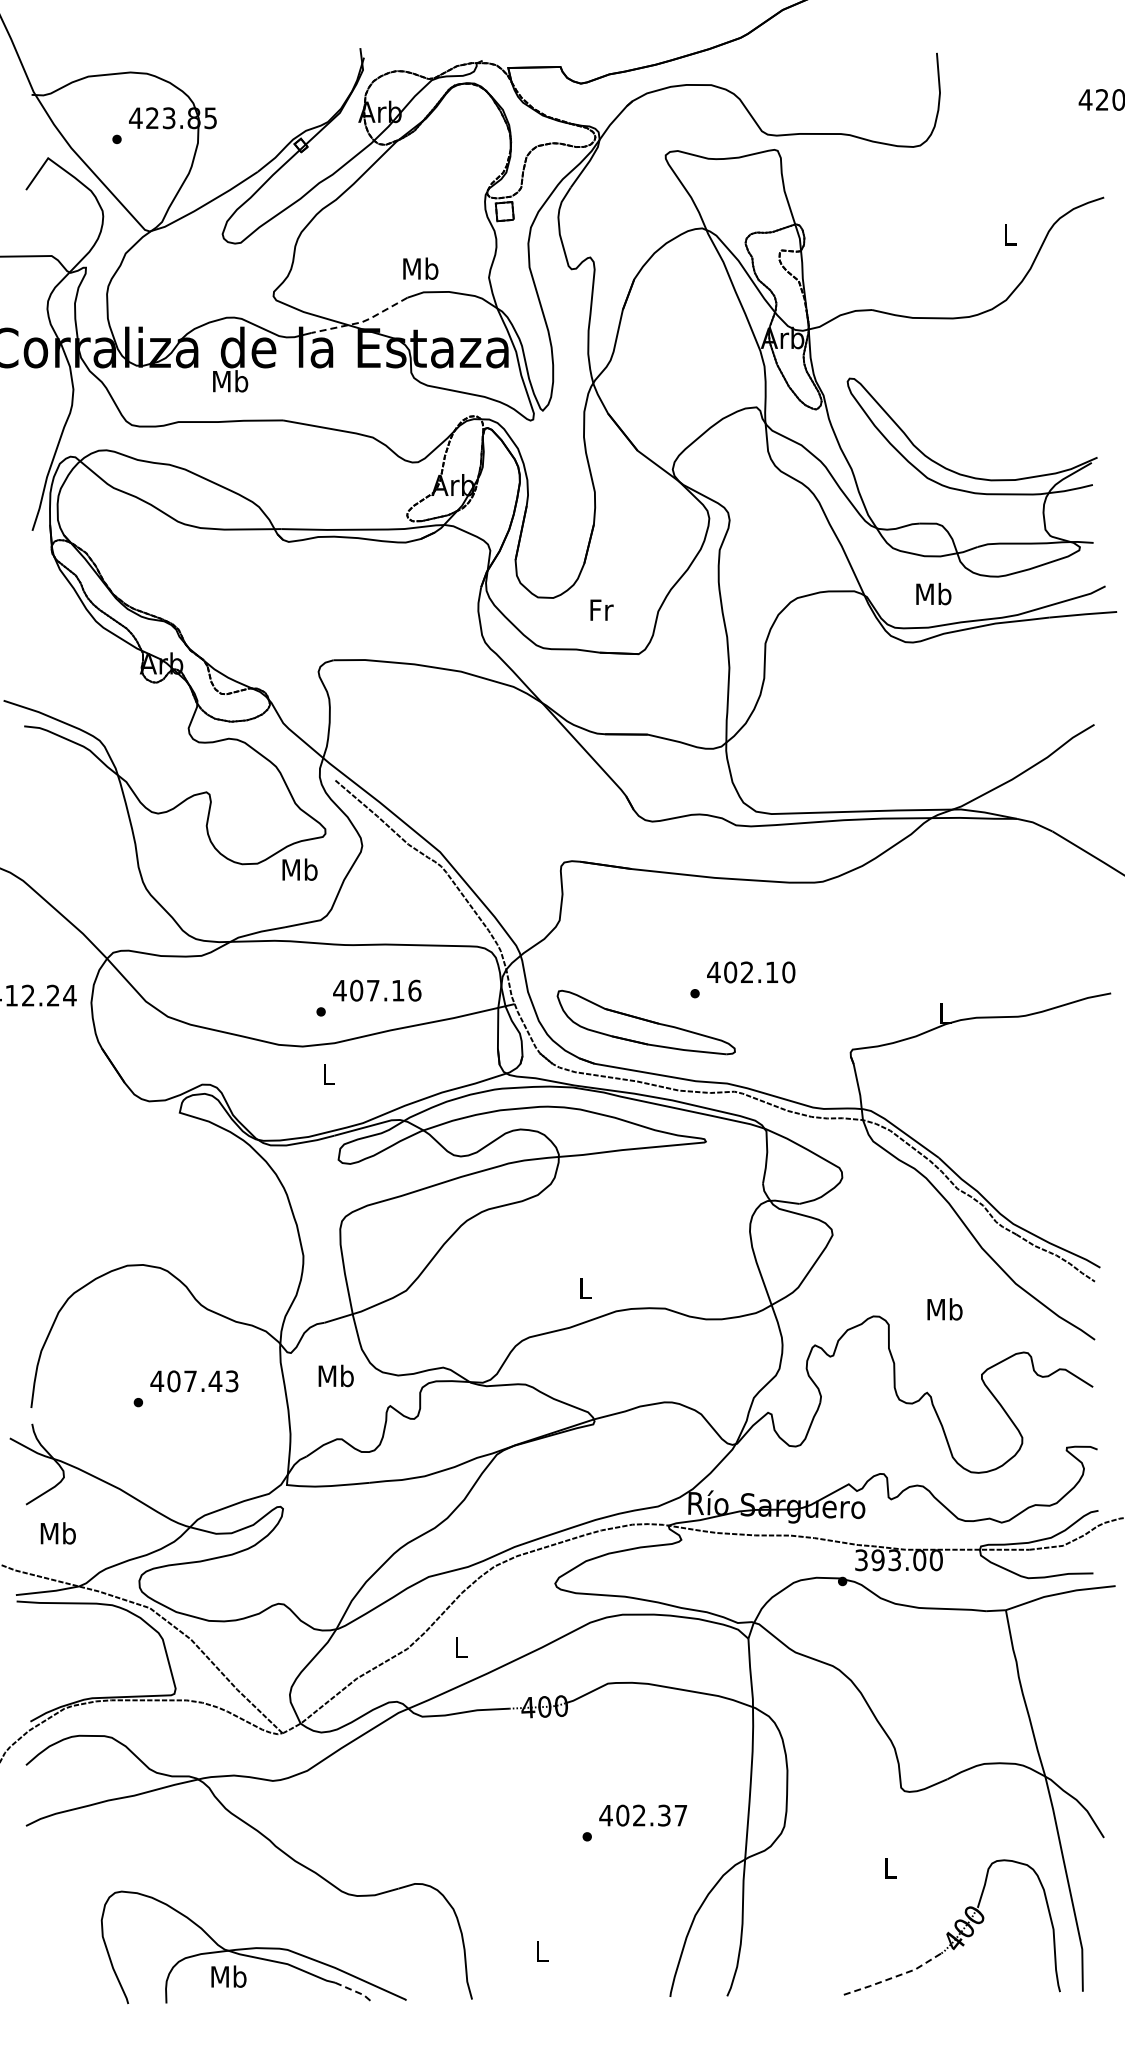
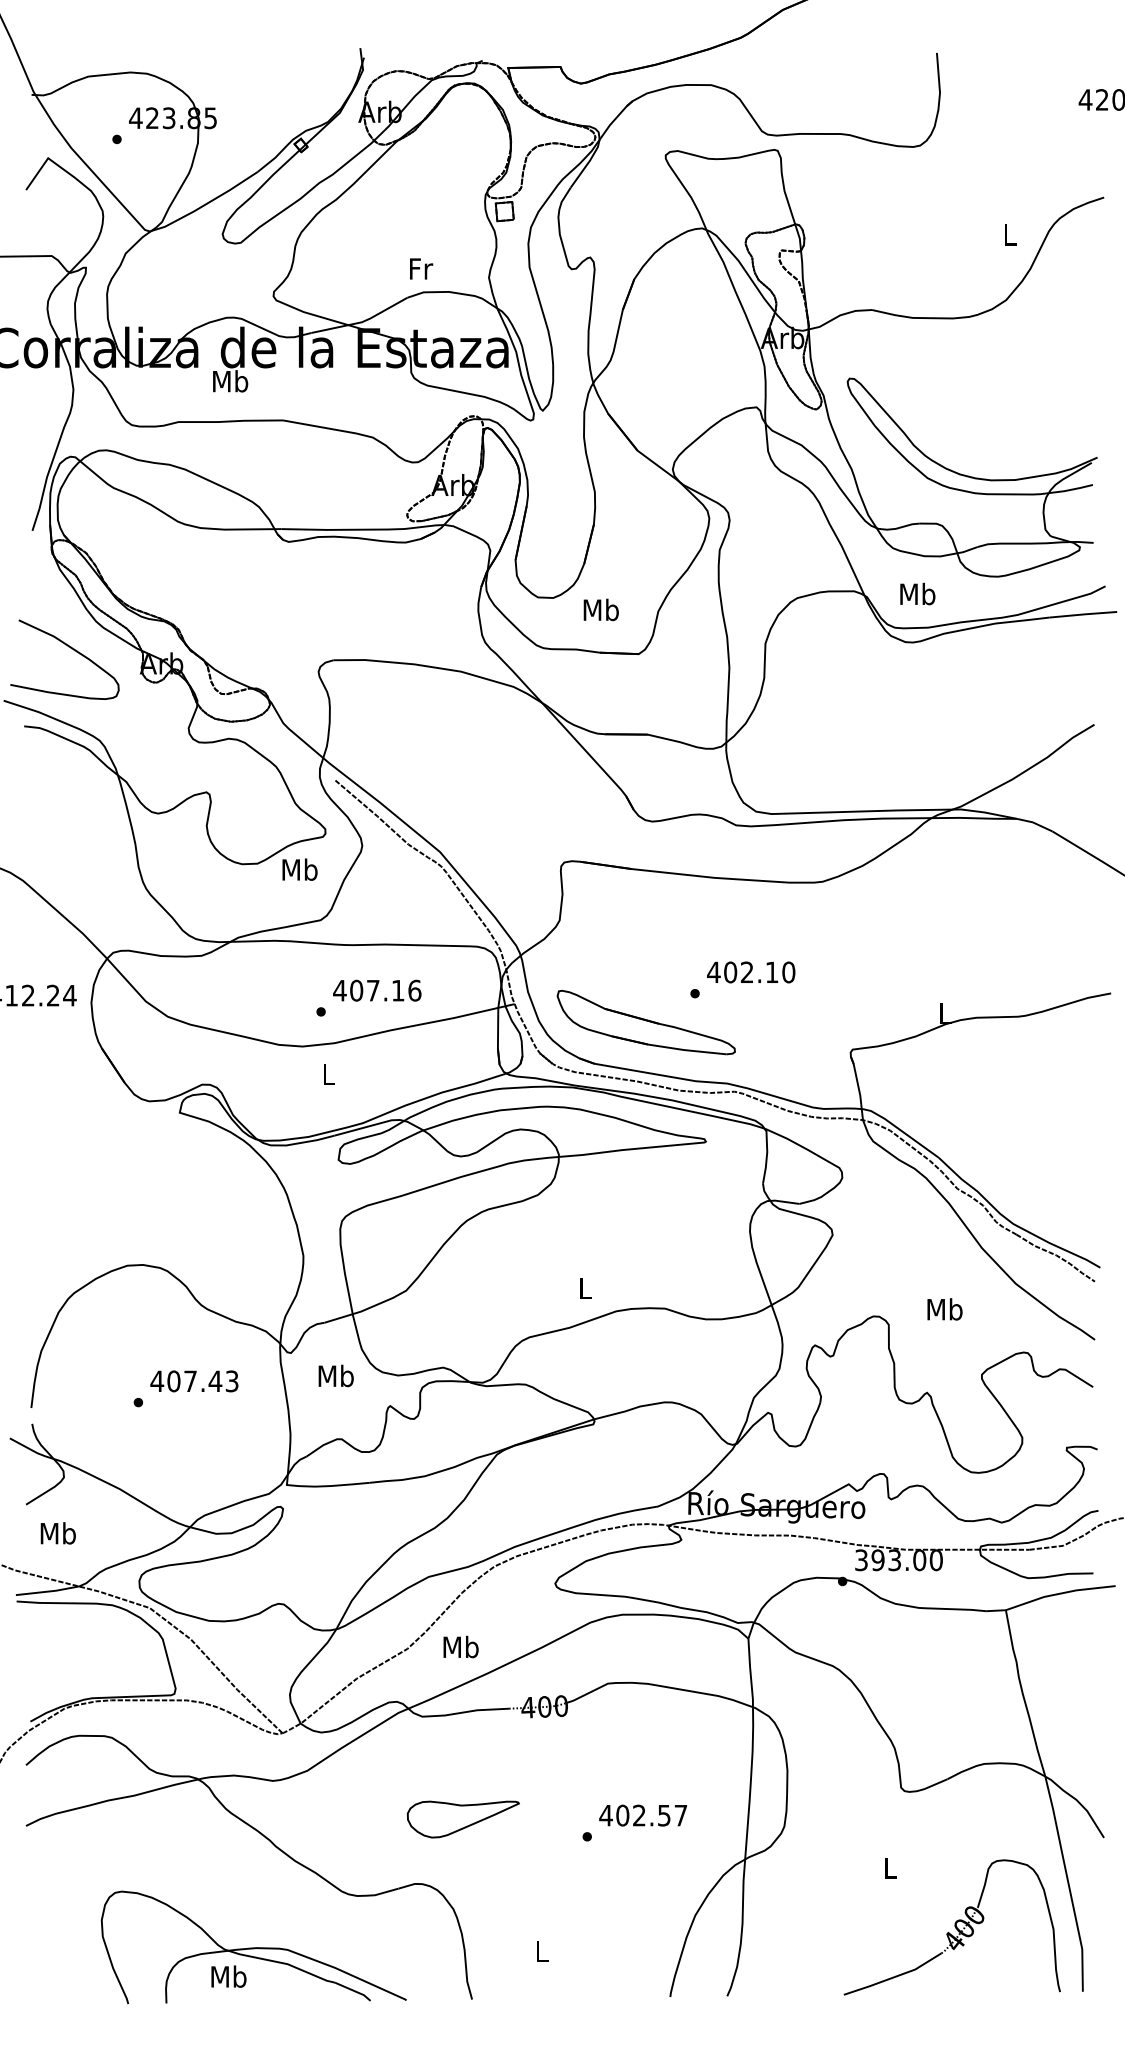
text at (420, 268): Mb -> Fr
line at (361, 322): dashed -> solid
text at (933, 593) position: (933, 593) -> (917, 593)
text at (600, 609): Fr -> Mb
curve at (70, 648): none -> present
text at (460, 1646): L -> Mb
text at (664, 1814): 402.37 -> 402.57
part at (462, 1819): none -> present
line at (894, 1977): dashed -> solid
line at (354, 1990): dashed -> solid
